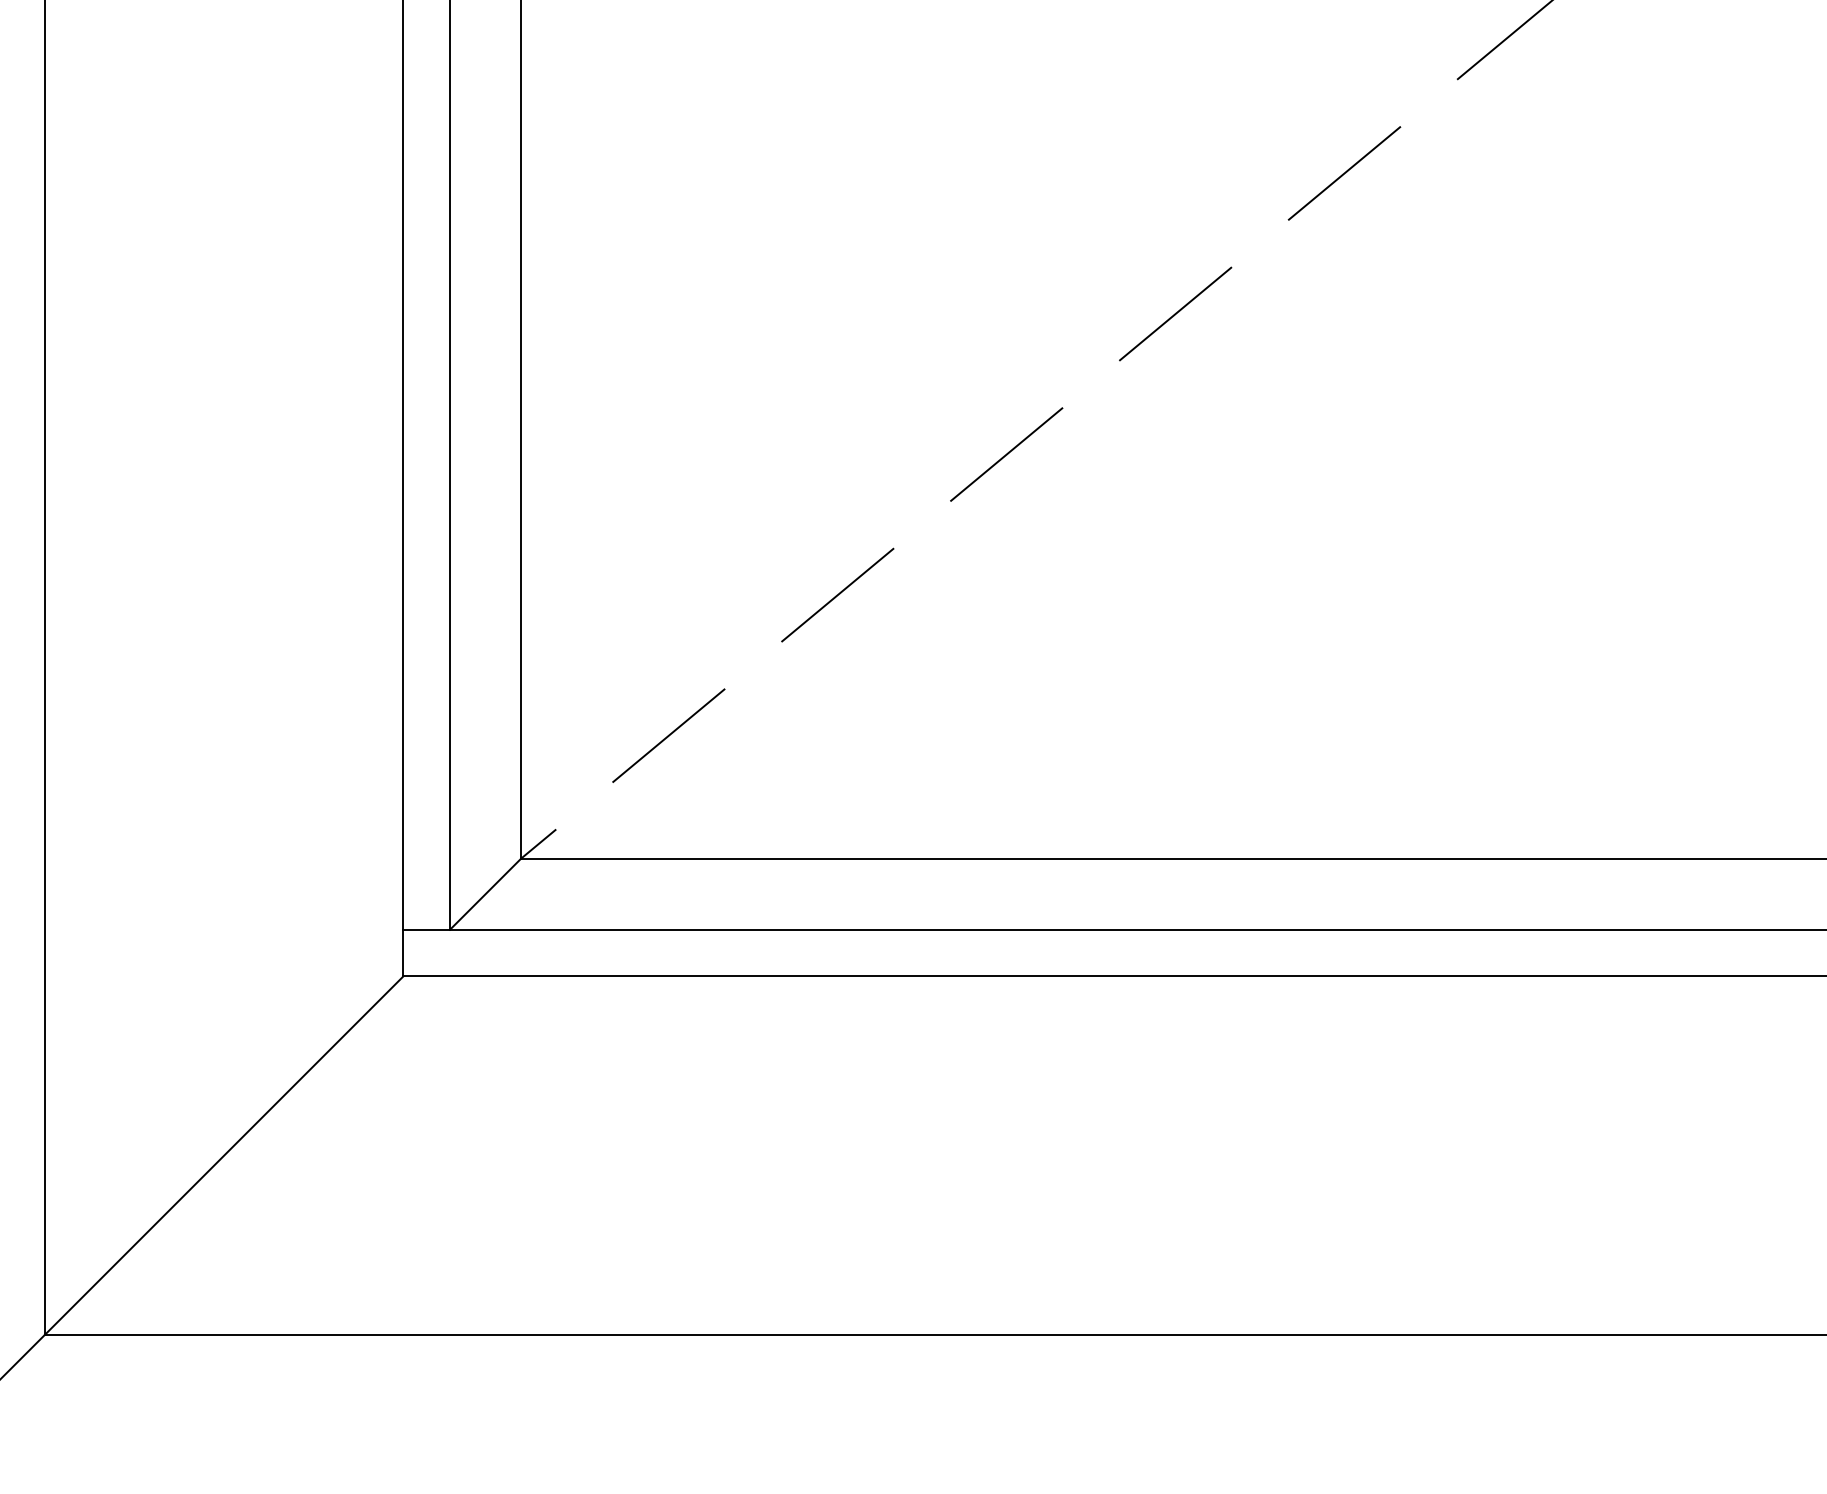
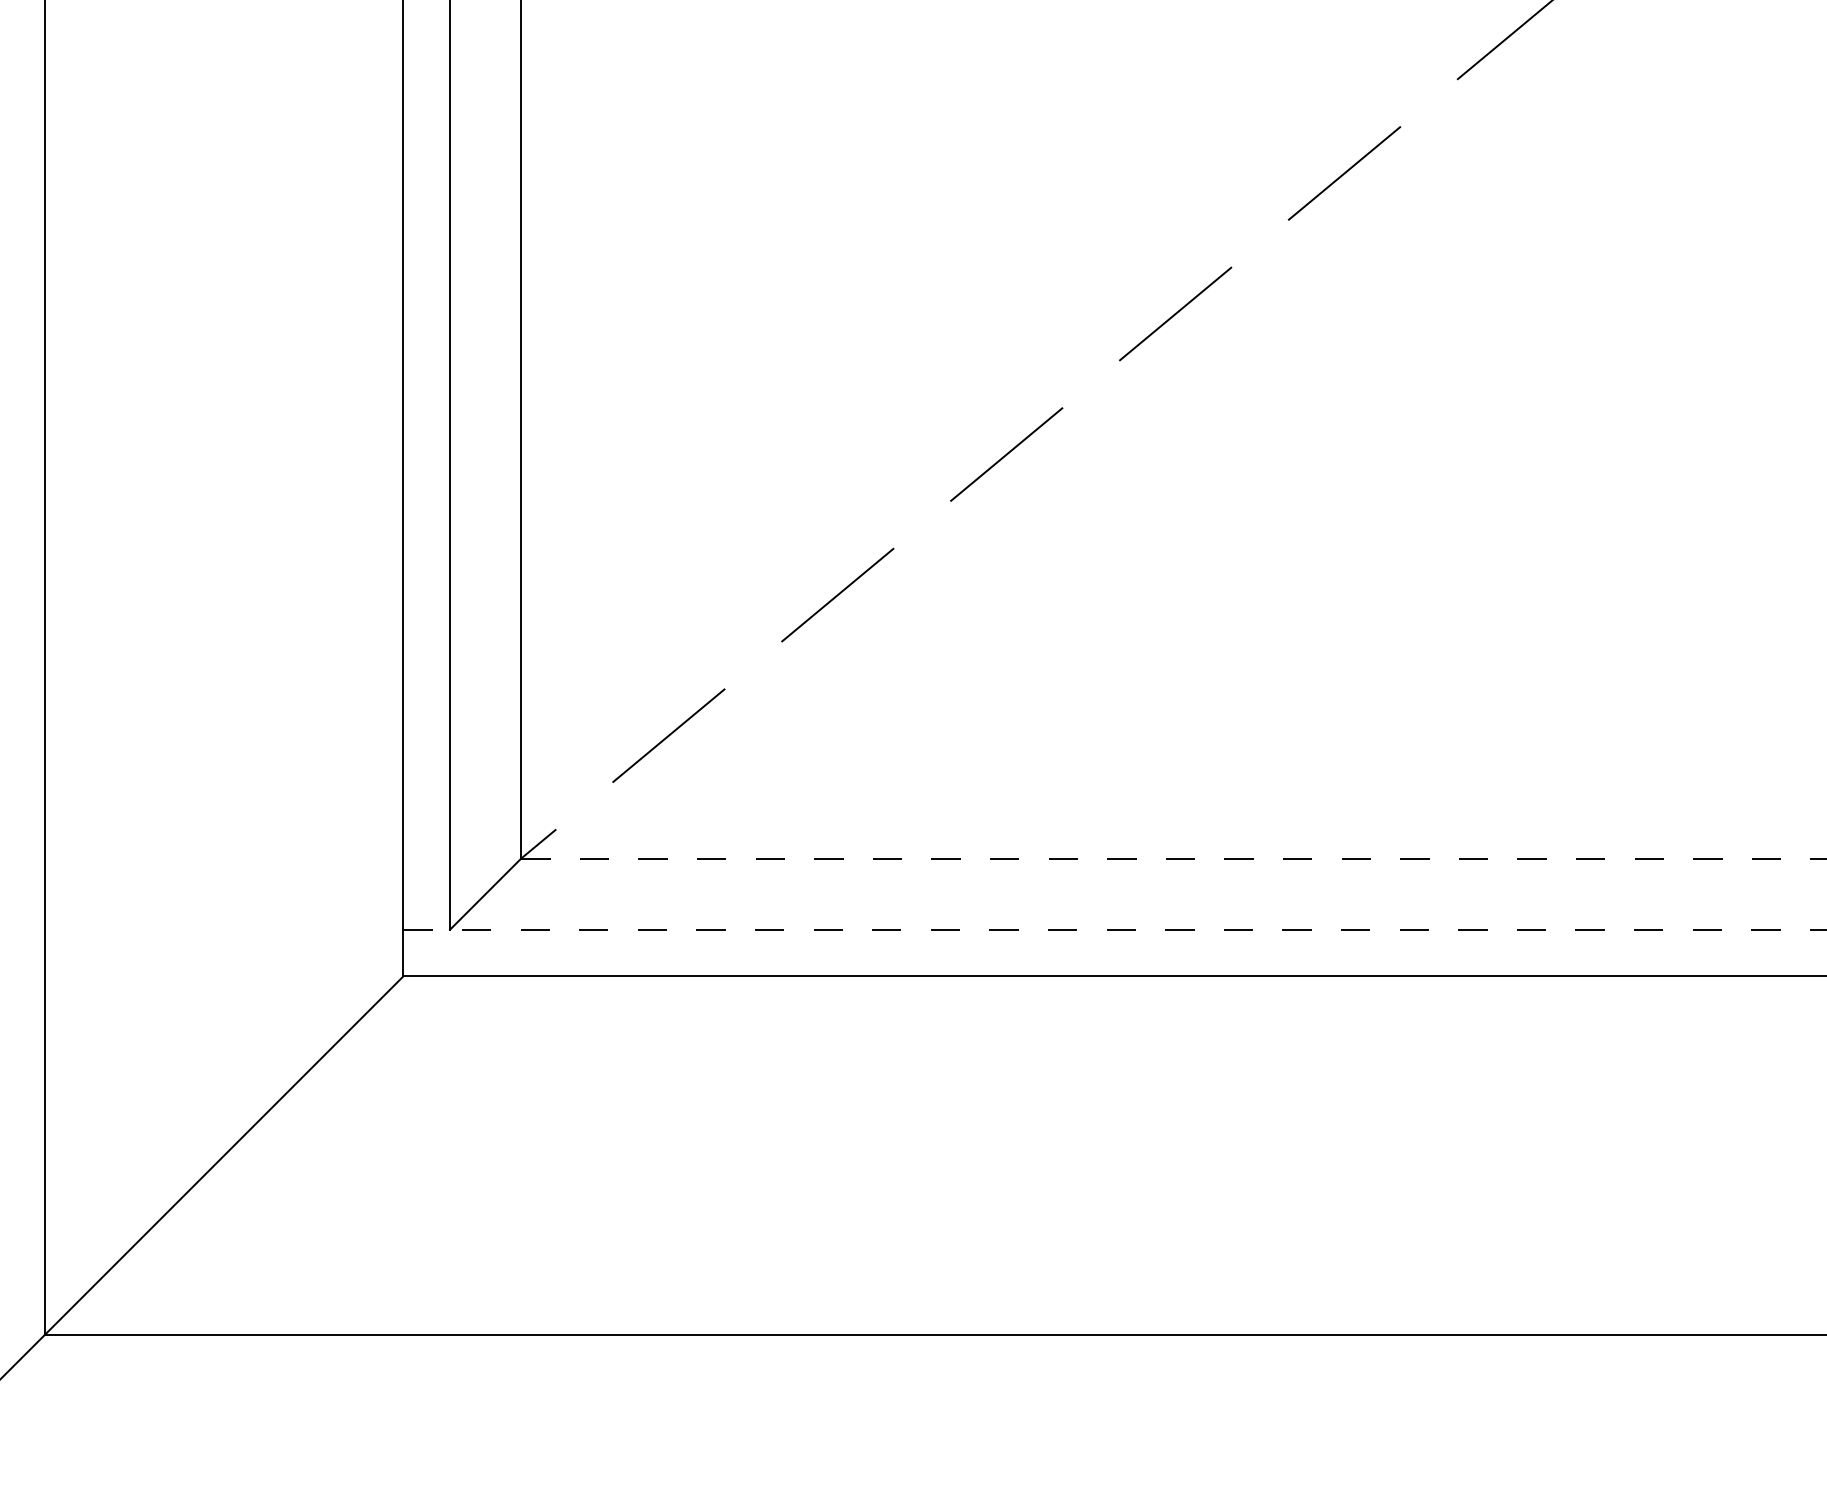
line at (1174, 858): solid -> dashed
line at (1114, 929): solid -> dashed
